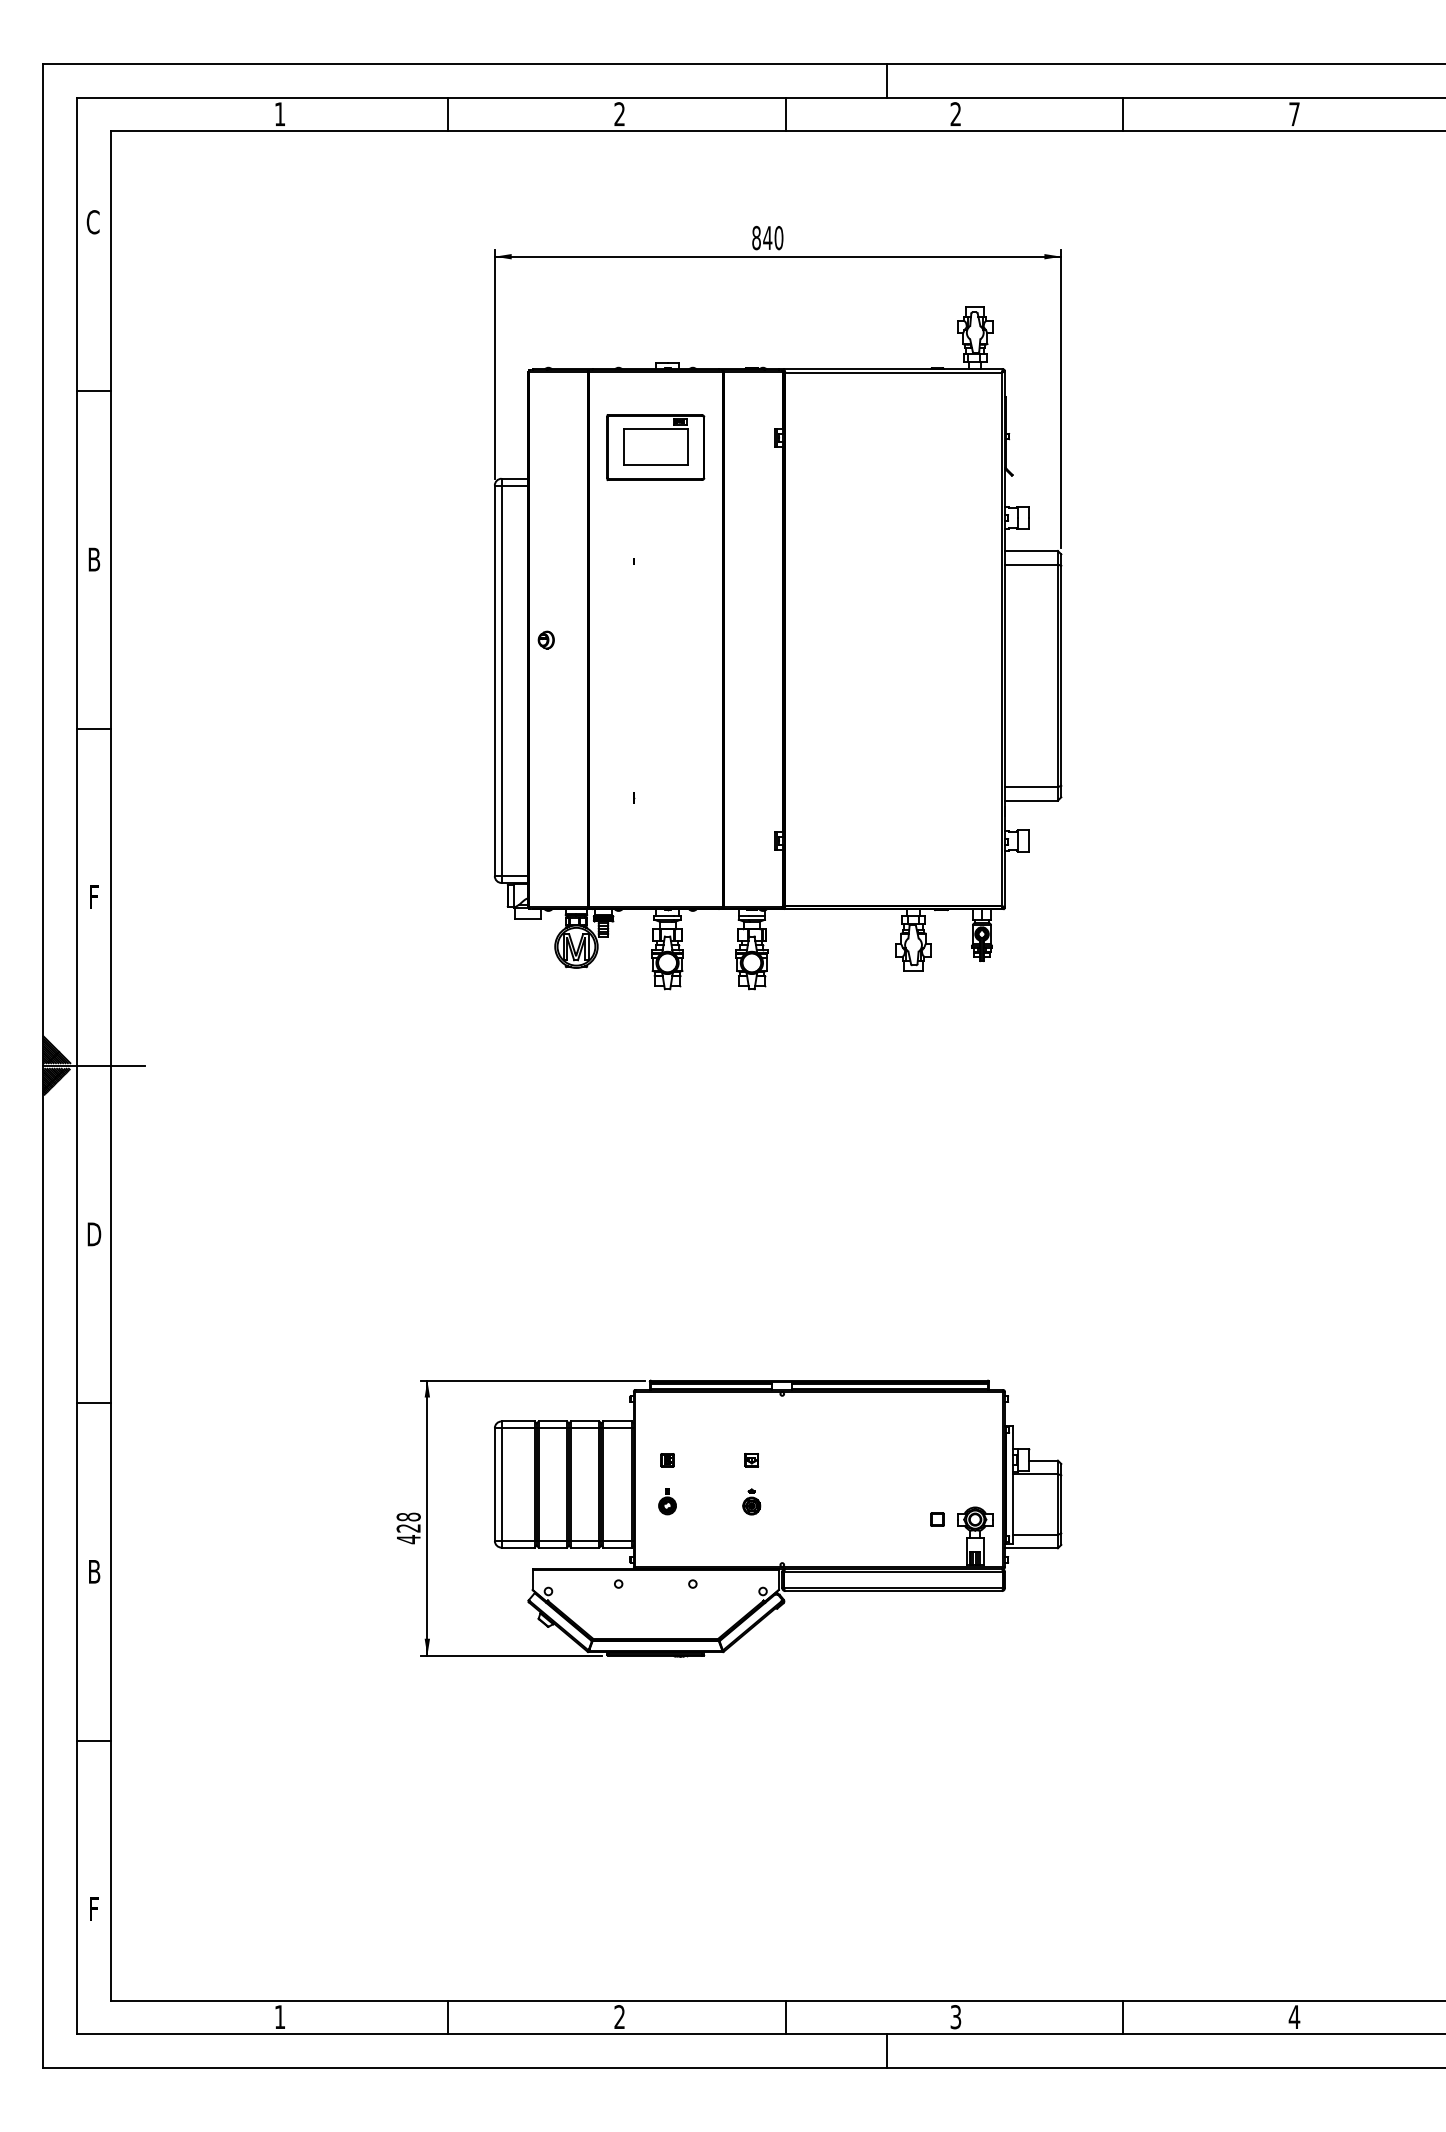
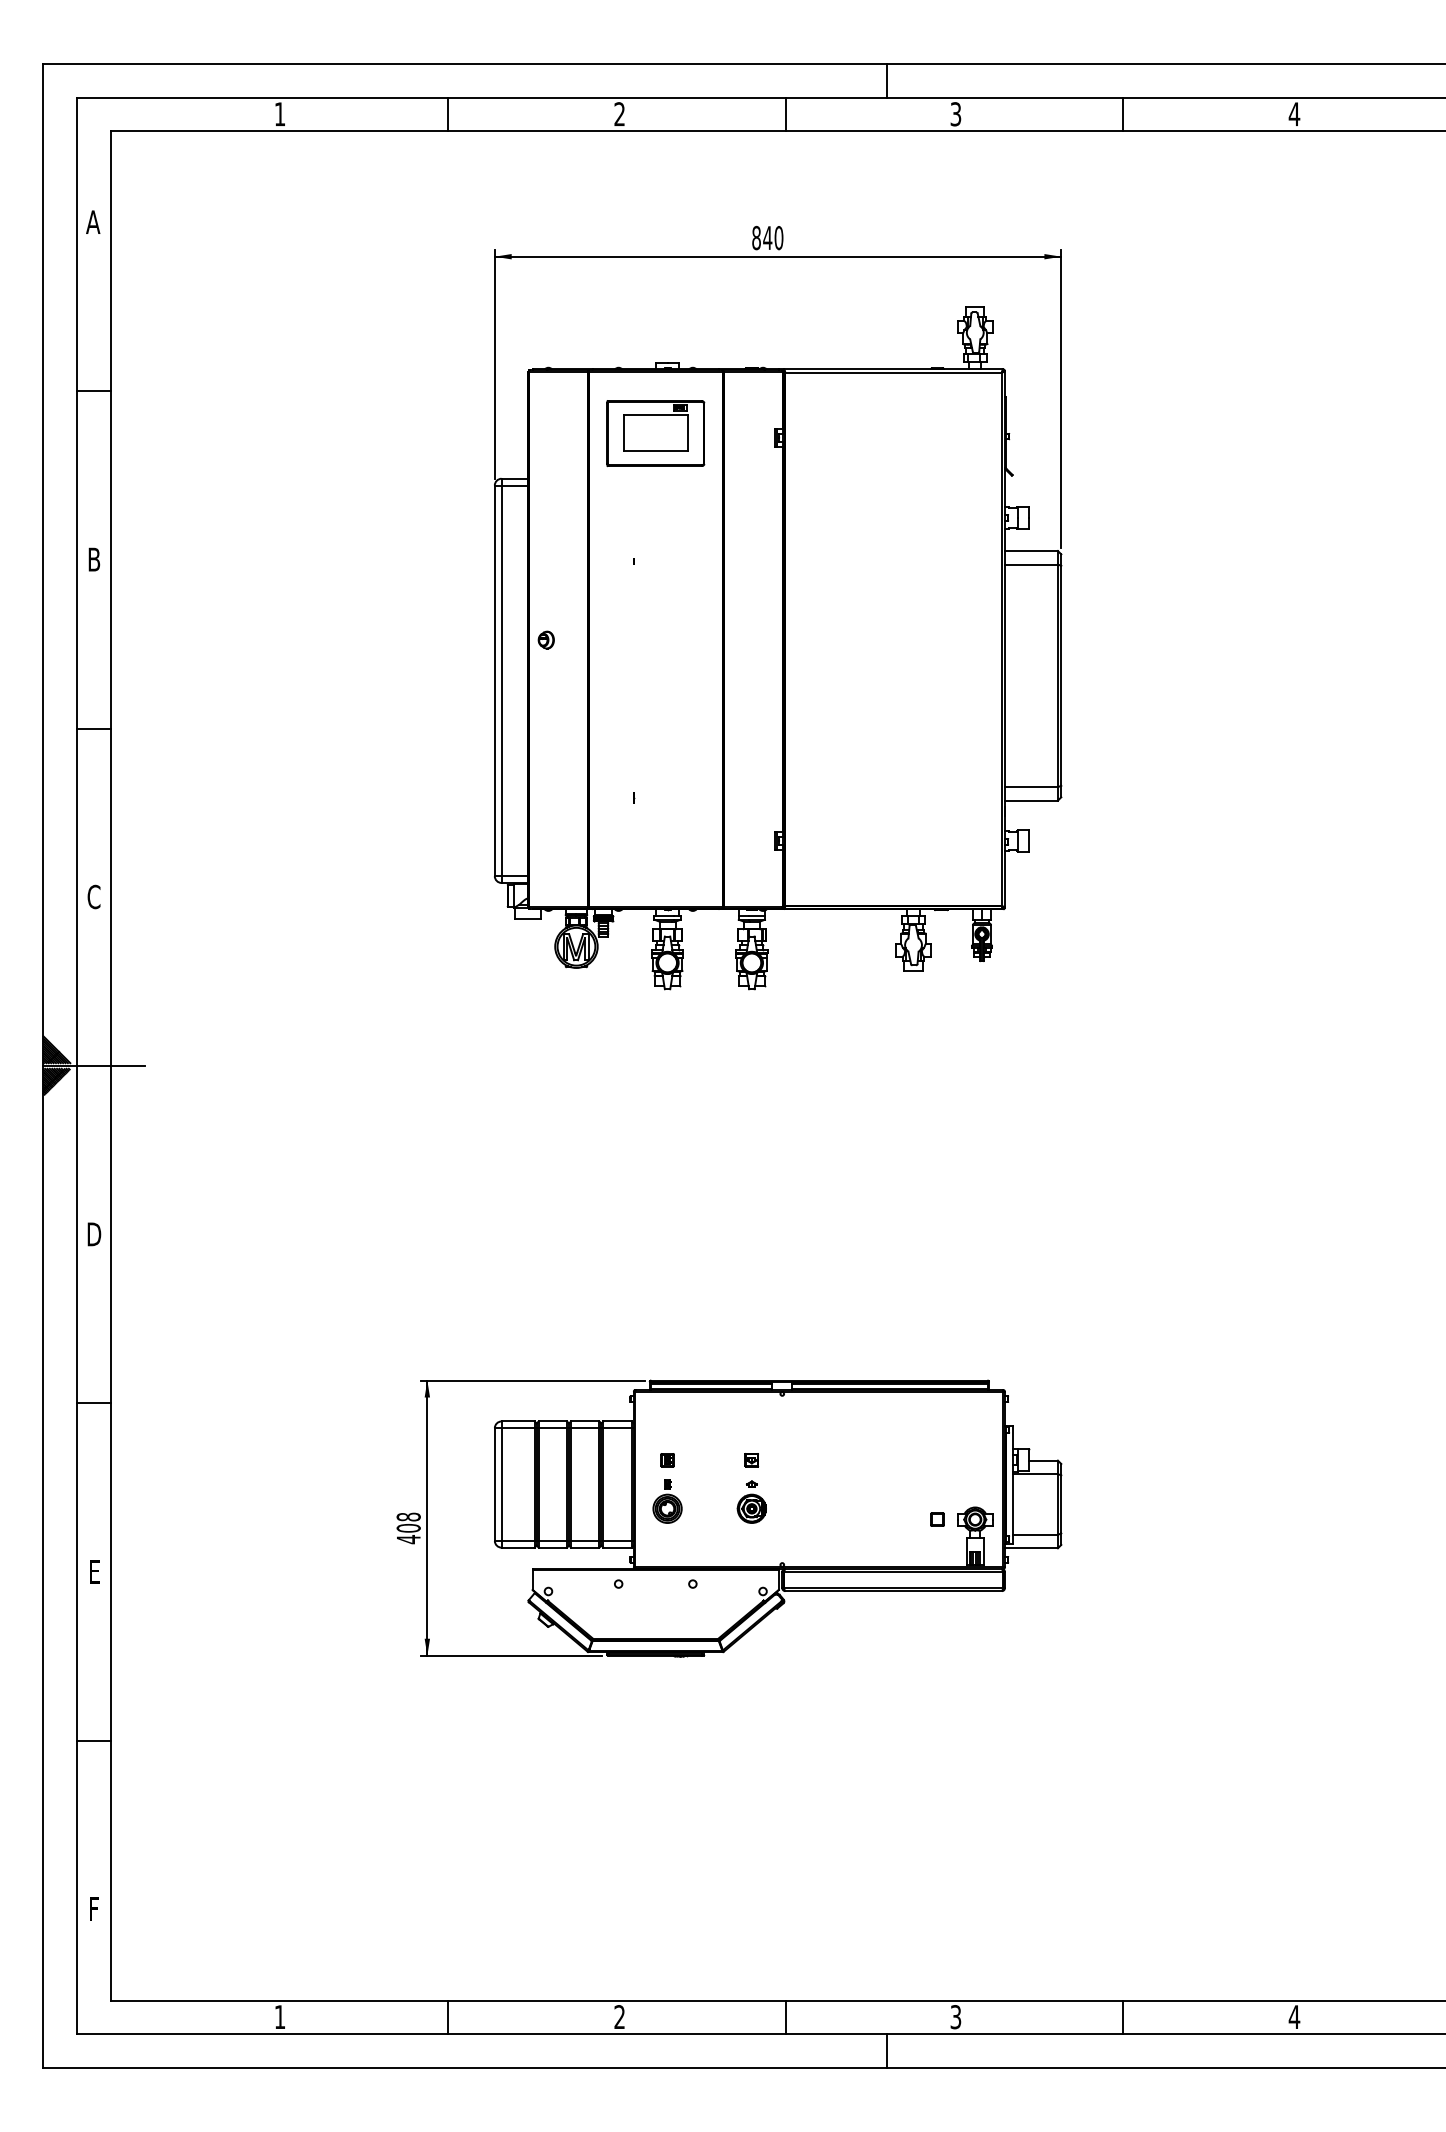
text at (955, 114): 2 -> 3
text at (1294, 114): 7 -> 4
text at (93, 222): C -> A
part at (655, 447) position: (655, 447) -> (655, 433)
text at (93, 896): F -> C
part at (667, 1501) size: 19x28 px -> 31x45 px
part at (751, 1501) size: 20x28 px -> 31x44 px
text at (408, 1527): 428 -> 408
text at (94, 1571): B -> E
